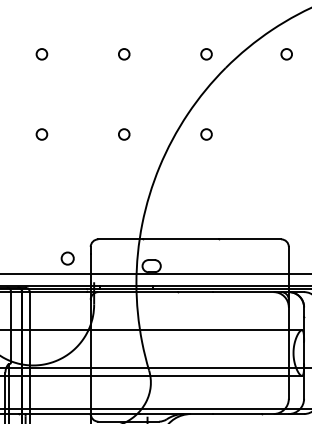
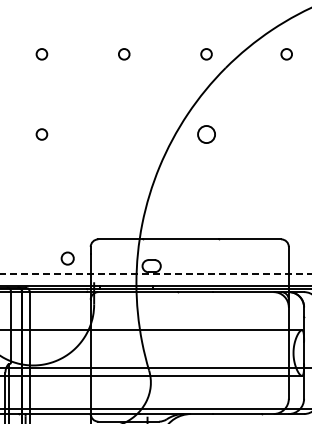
circle at (124, 134): present -> none
circle at (206, 134) size: 13x13 px -> 19x19 px
line at (155, 273): solid -> dashed
